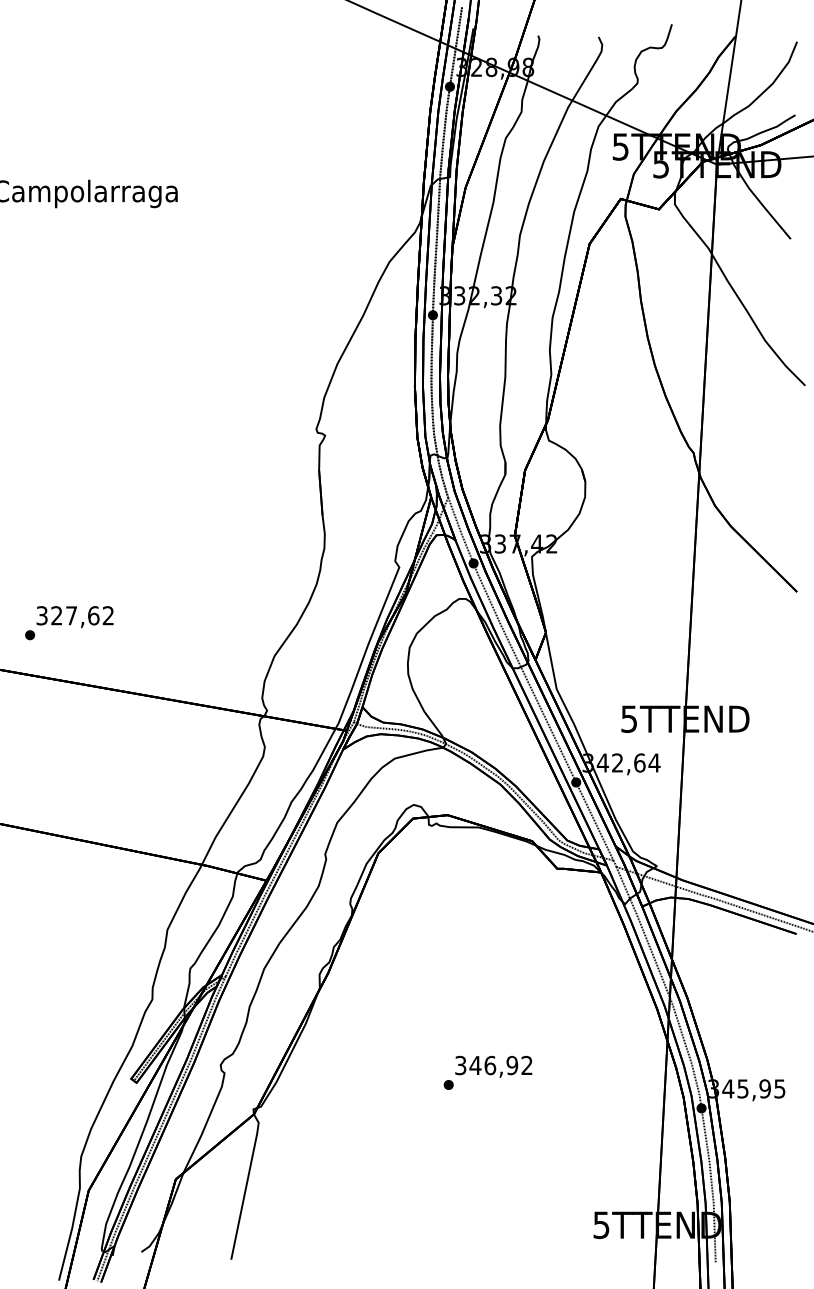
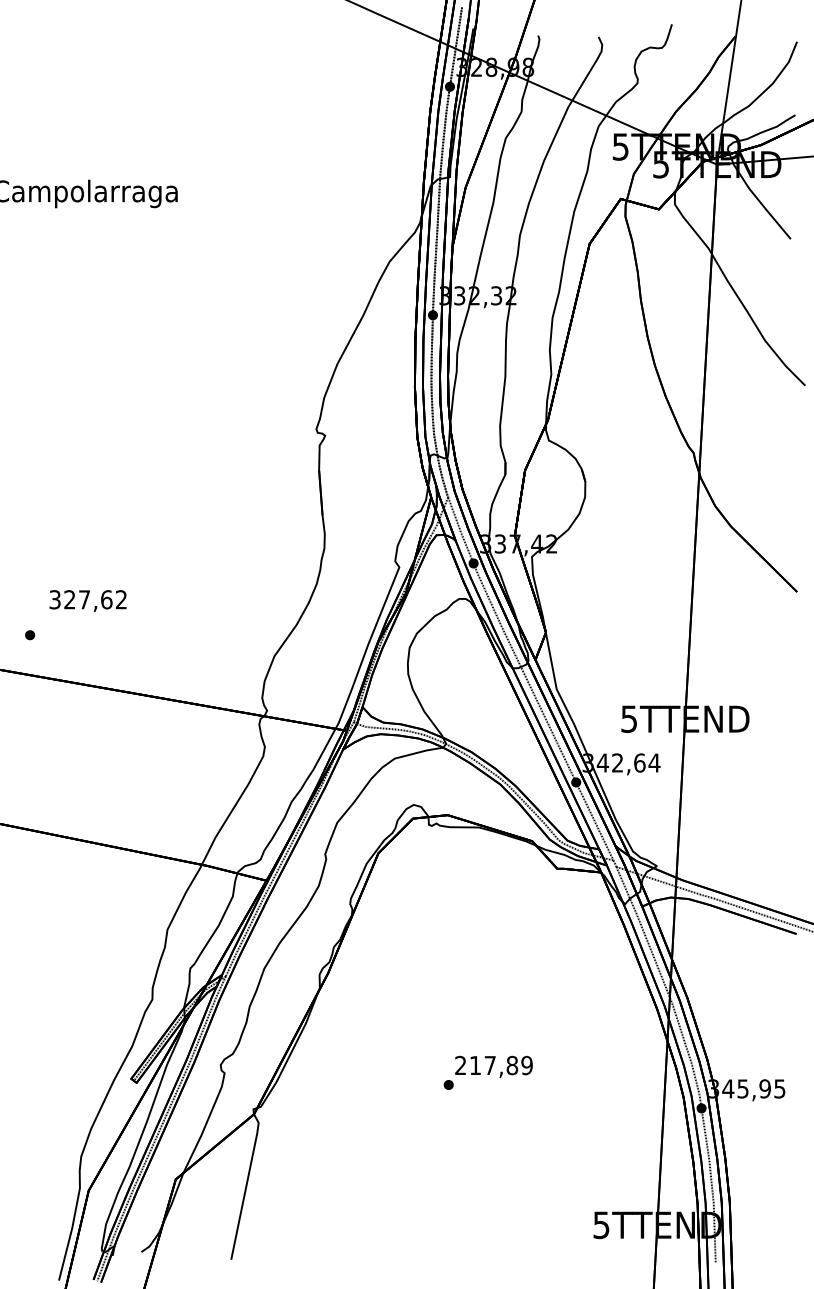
text at (74, 617) position: (74, 617) -> (87, 601)
text at (493, 1065): 346,92 -> 217,89
